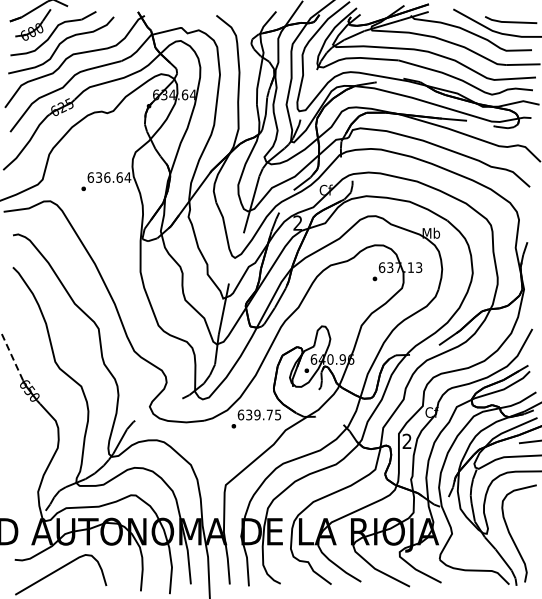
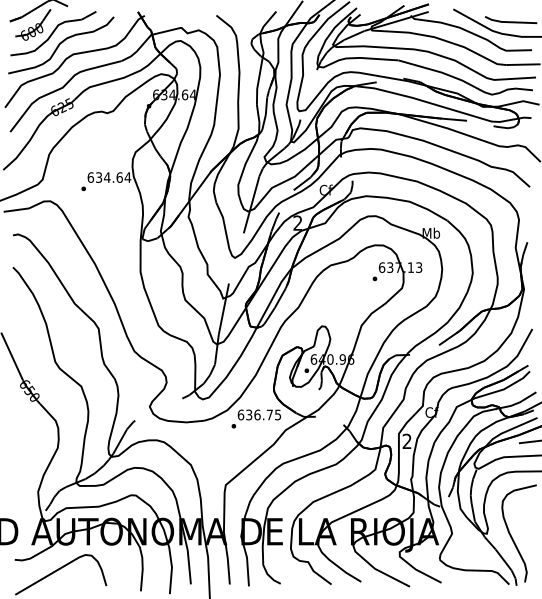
text at (106, 177): 636.64 -> 634.64
line at (11, 356): dashed -> solid
text at (257, 414): 639.75 -> 636.75
